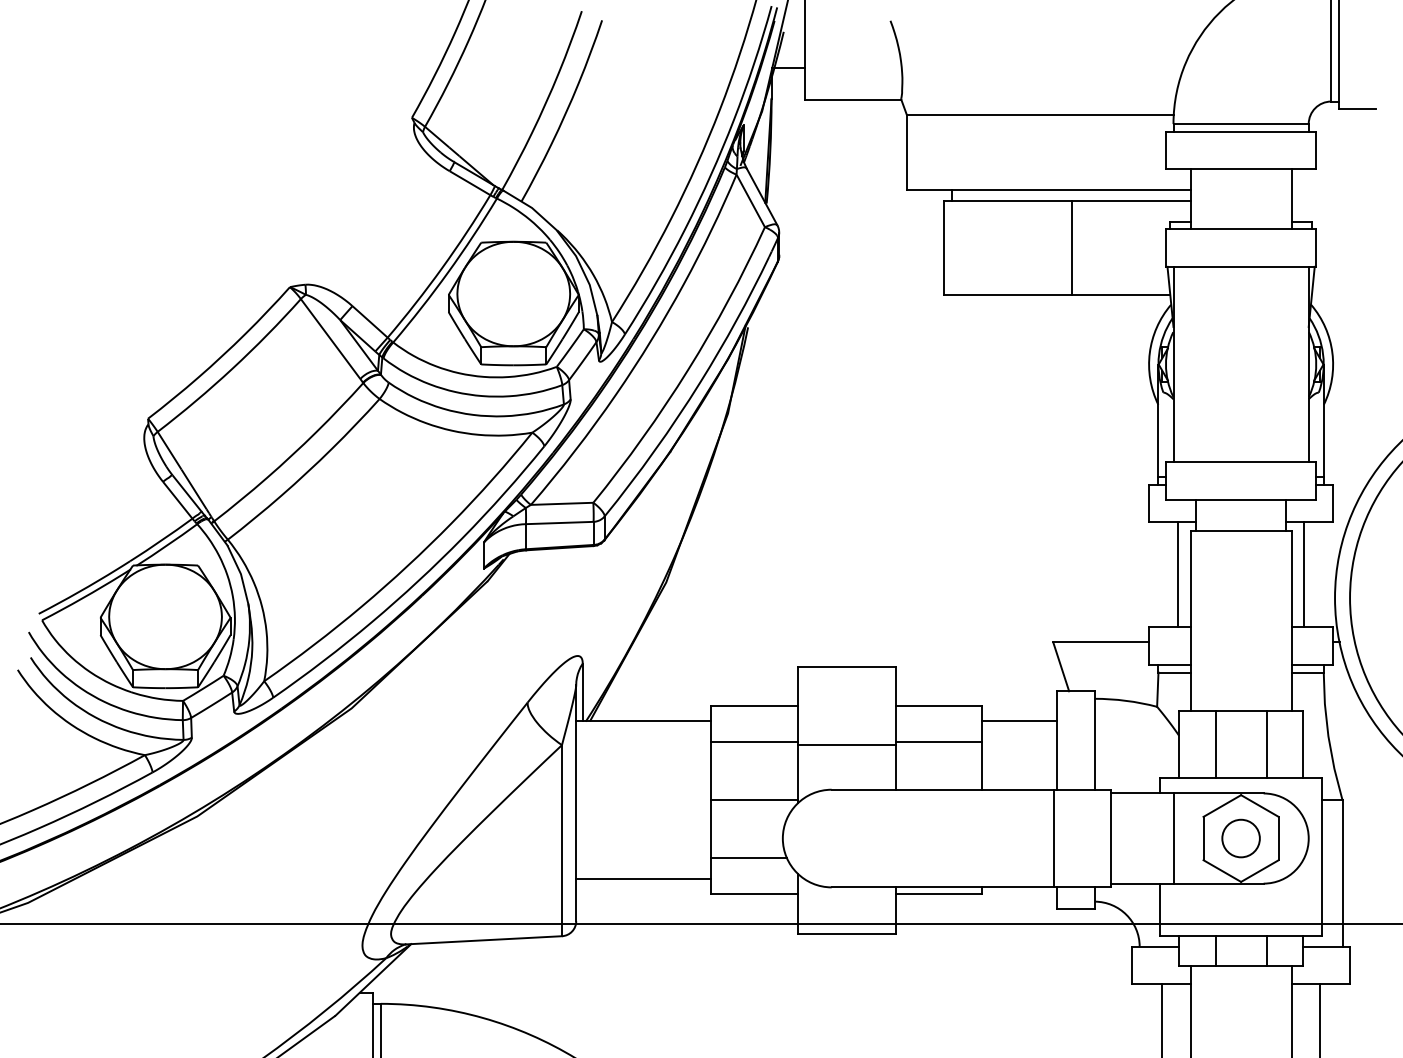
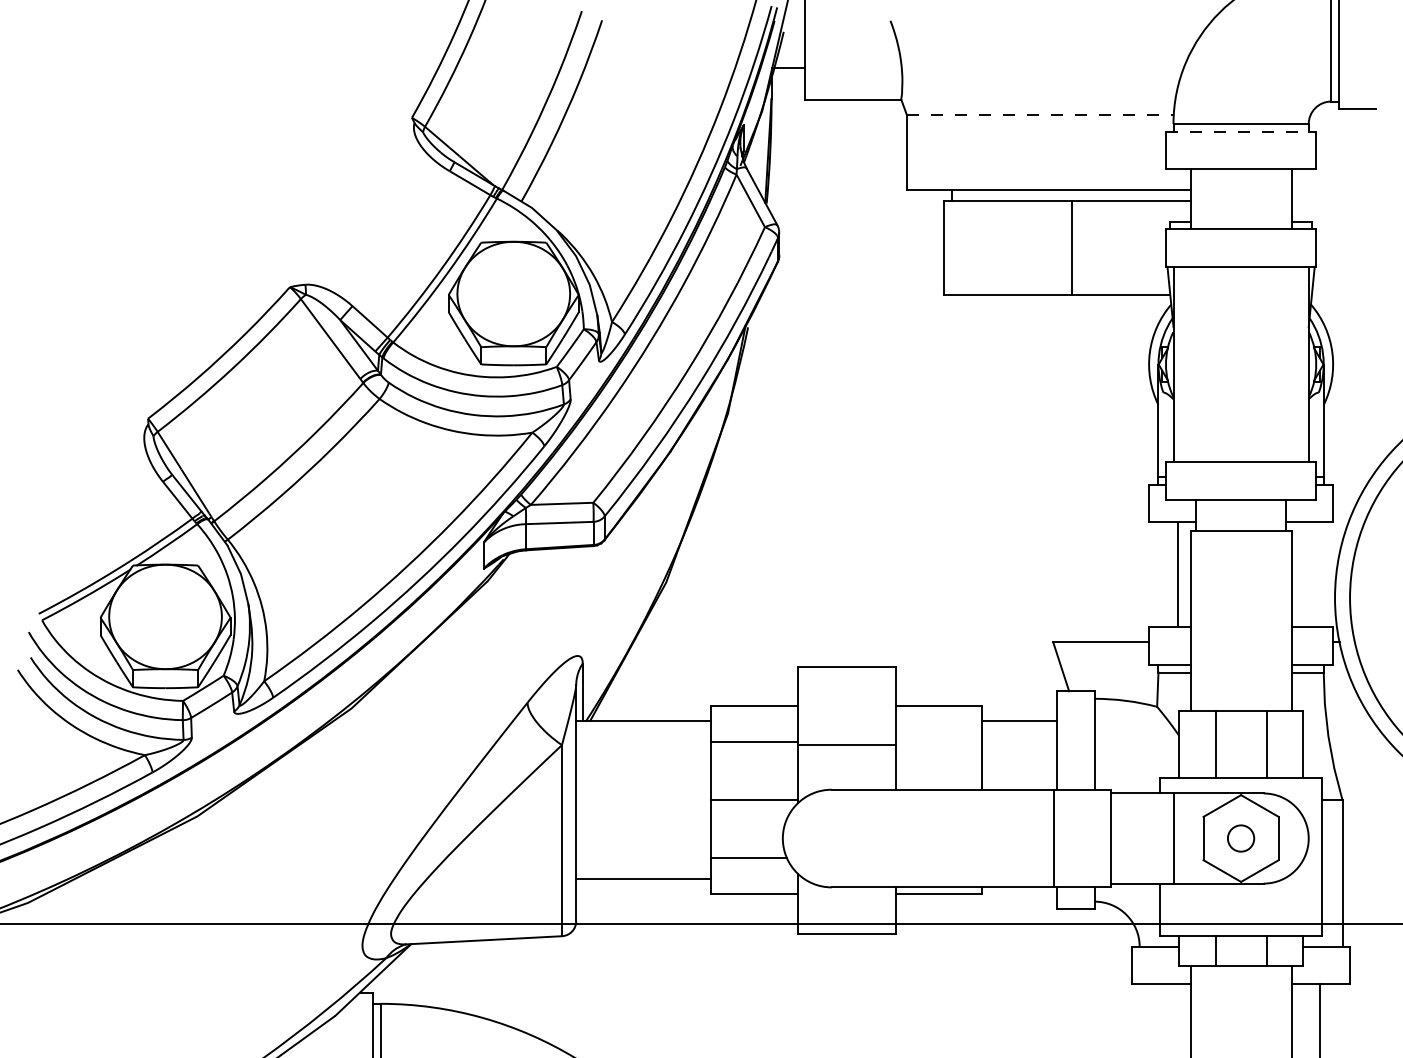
line at (1040, 114): solid -> dashed
line at (1241, 131): solid -> dashed
line at (1304, 574): present -> none
line at (938, 742): present -> none
circle at (1240, 838) size: 40x41 px -> 29x29 px
line at (1162, 1019): present -> none
